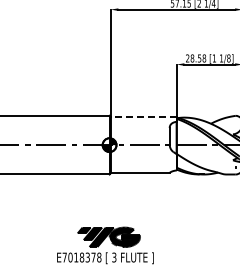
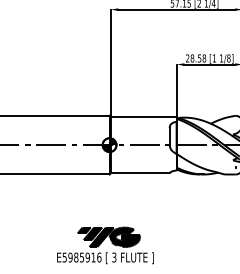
line at (143, 117): dashed -> solid
text at (81, 257): E7018378 -> E5985916
